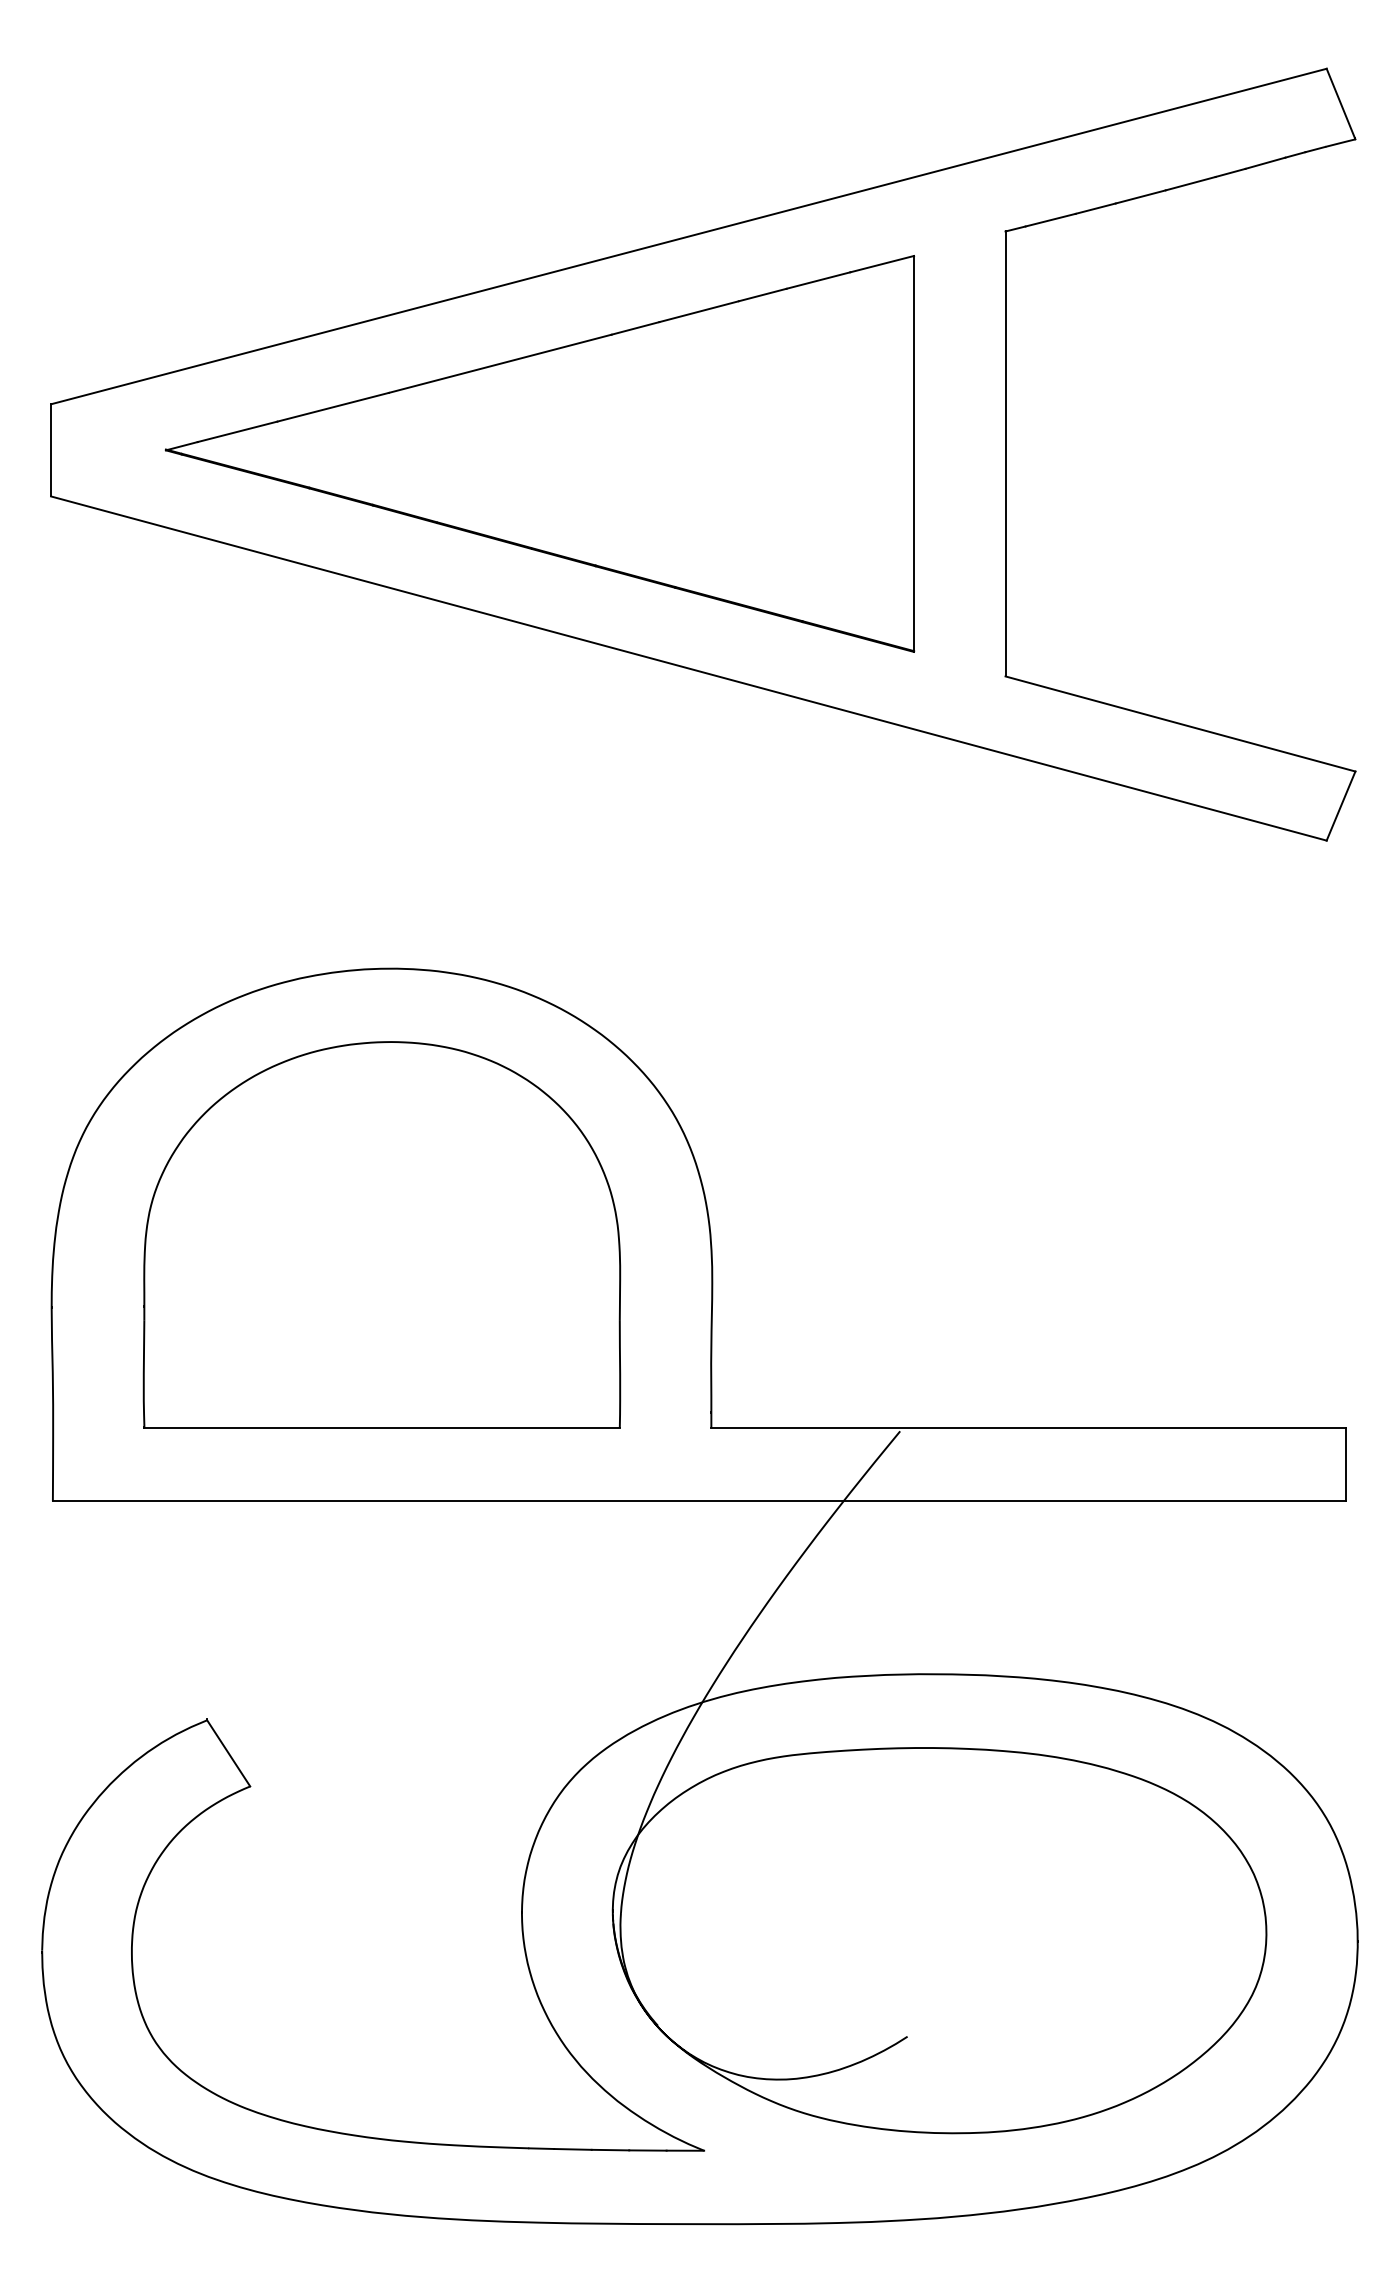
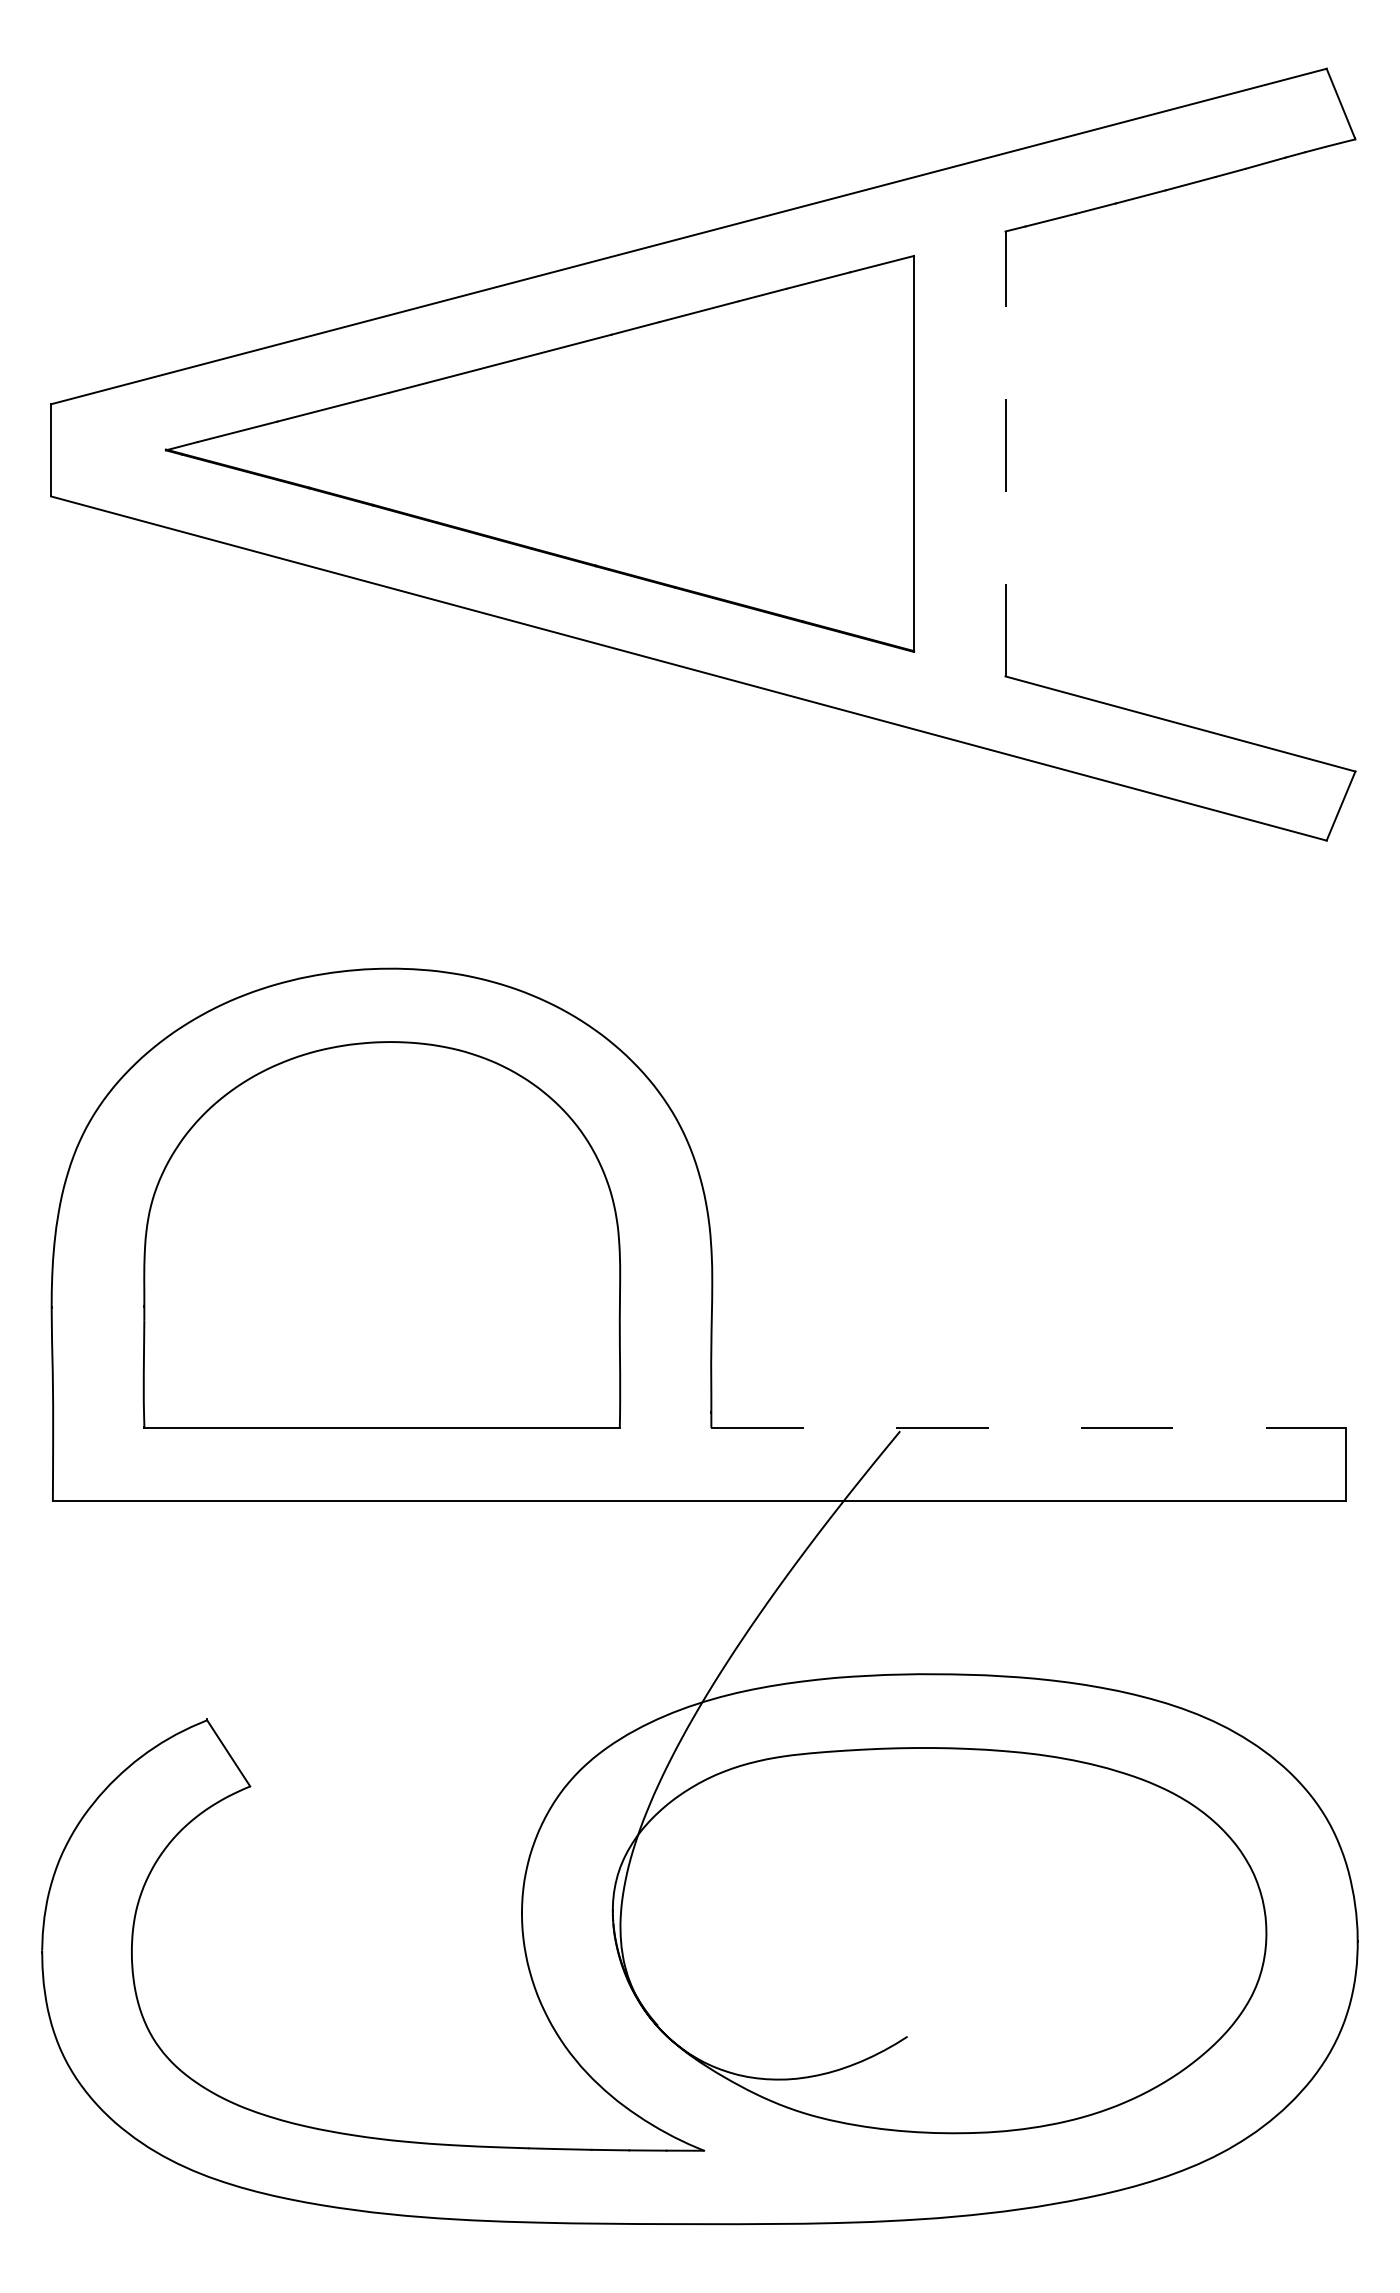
line at (1005, 453): solid -> dashed
line at (1028, 1427): solid -> dashed
